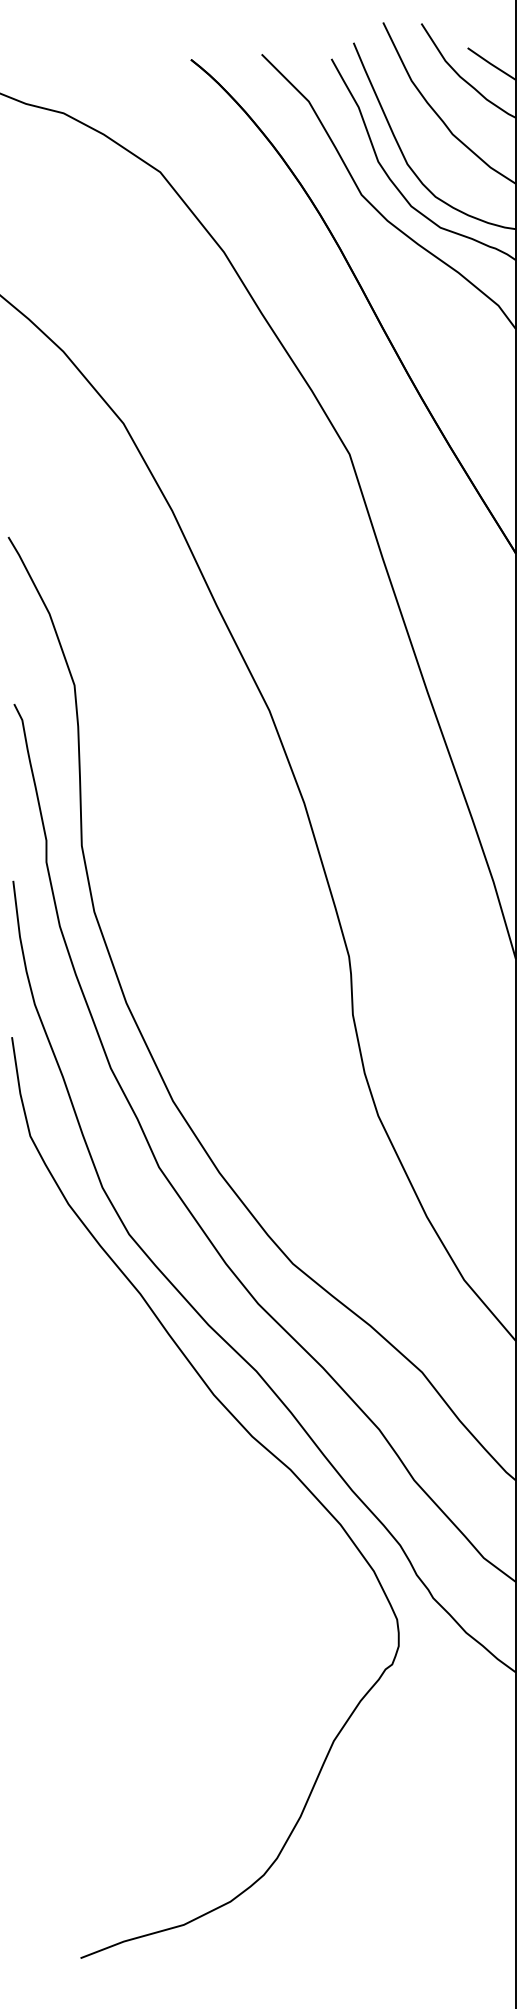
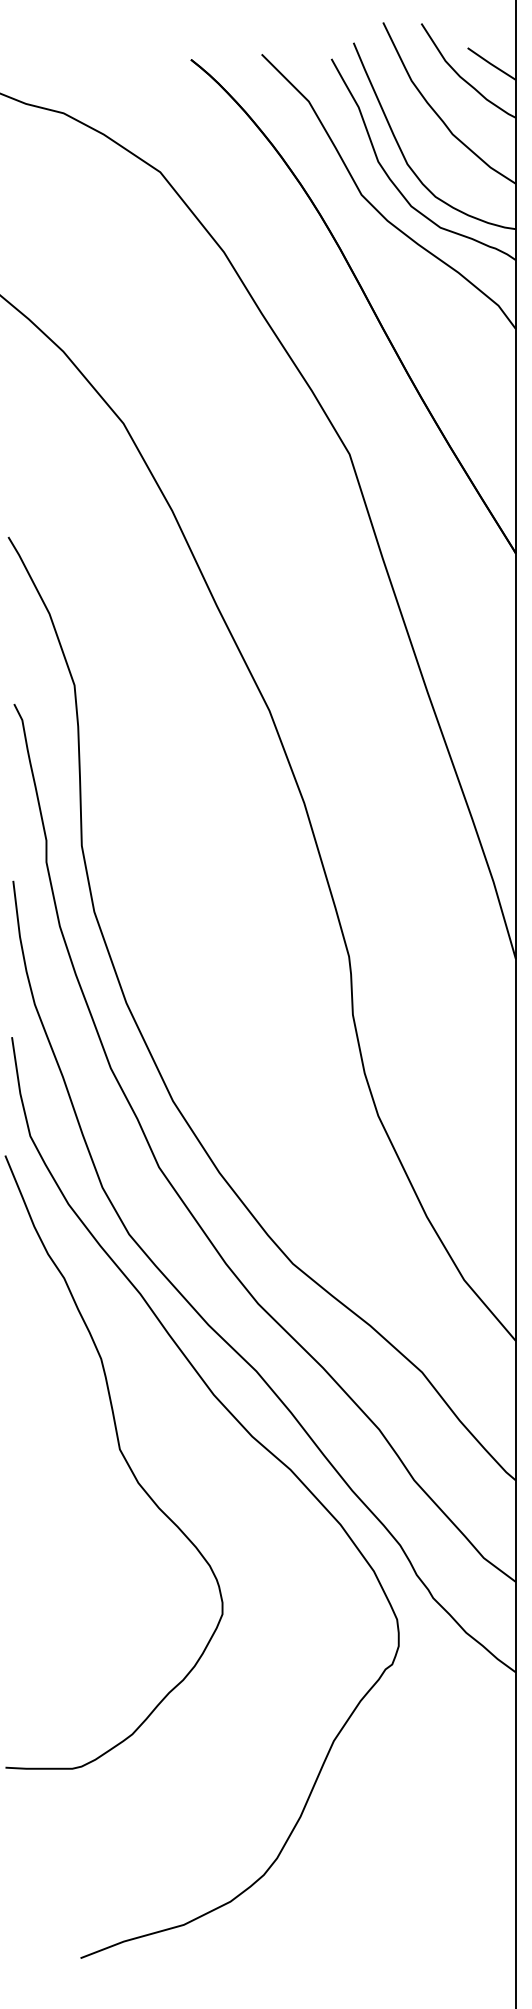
curve at (123, 1458): none -> present
